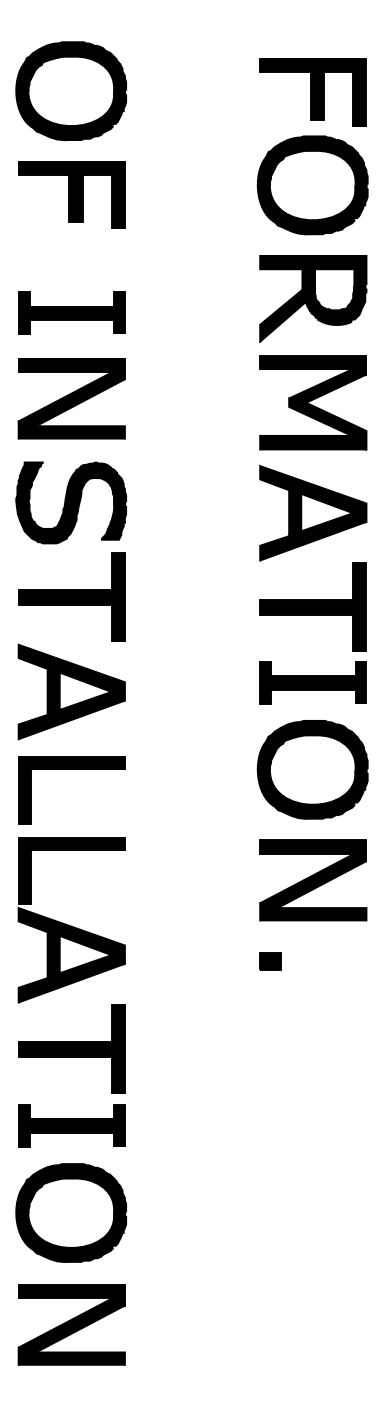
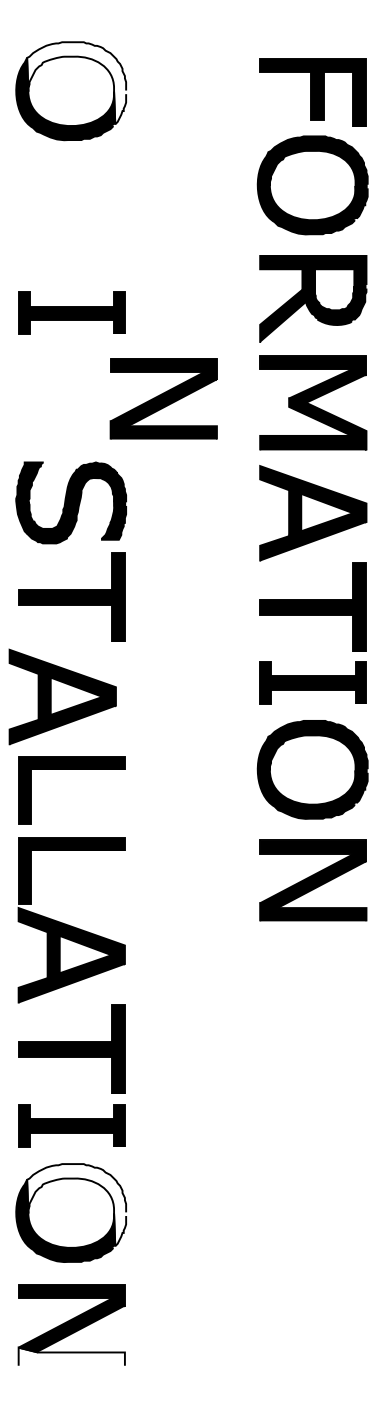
fill at (76, 83): present -> none
part at (71, 194): present -> none
part at (71, 398) position: (71, 398) -> (163, 398)
part at (71, 691) position: (71, 691) -> (62, 696)
part at (270, 961): present -> none
fill at (76, 1205): present -> none
fill at (71, 1356): present -> none
